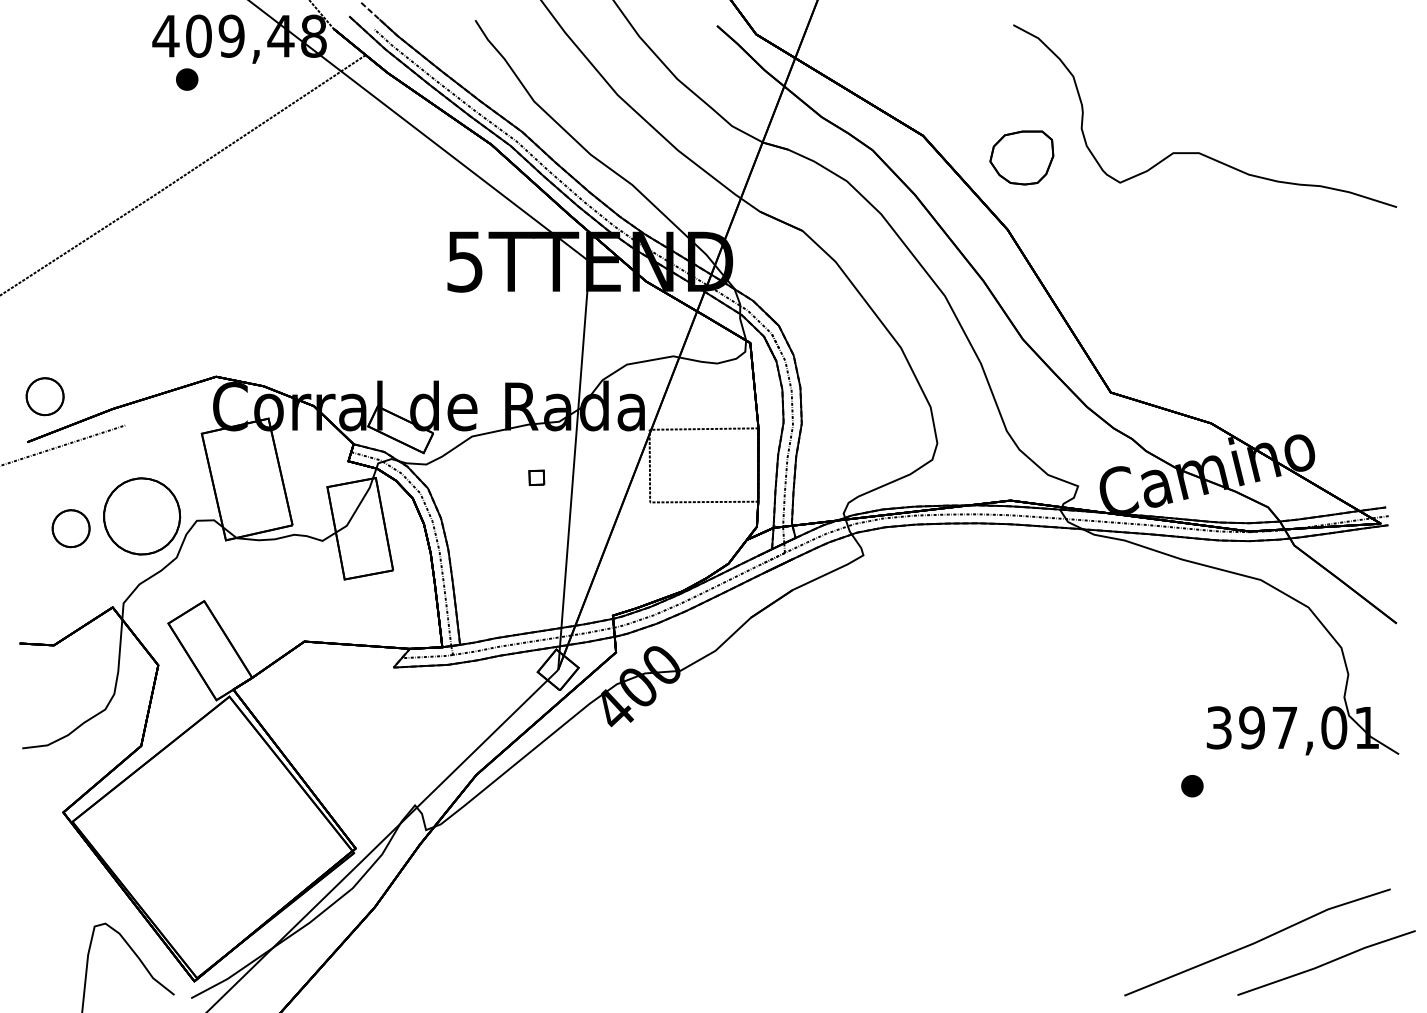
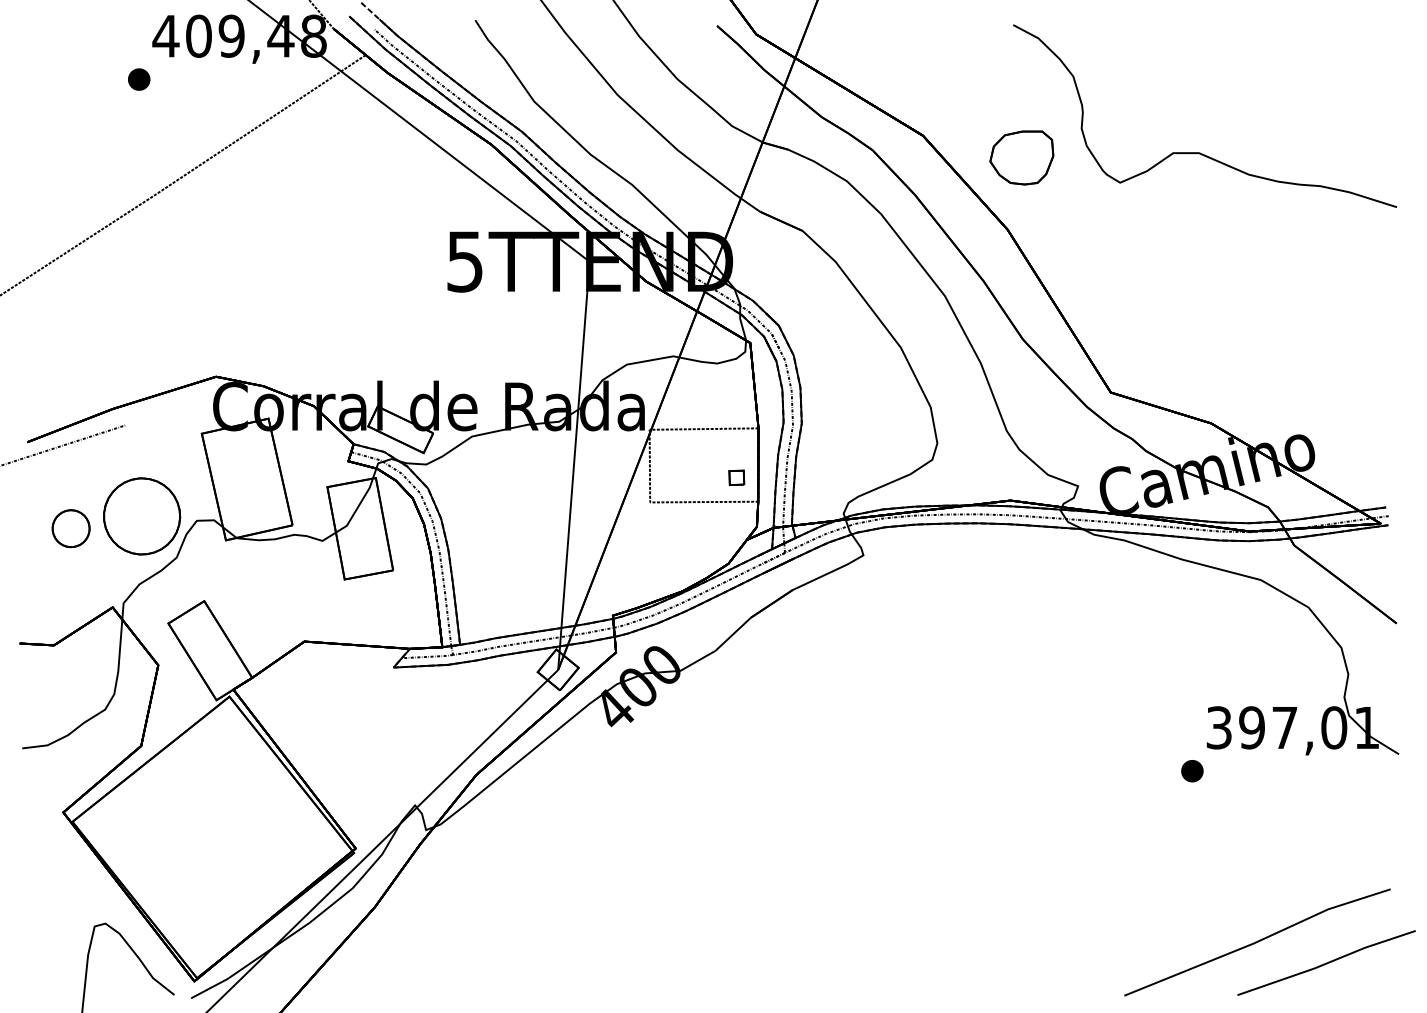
part at (187, 79) position: (187, 79) -> (139, 79)
part at (44, 396): present -> none
part at (536, 477) position: (536, 477) -> (736, 477)
part at (1192, 786) position: (1192, 786) -> (1192, 771)
